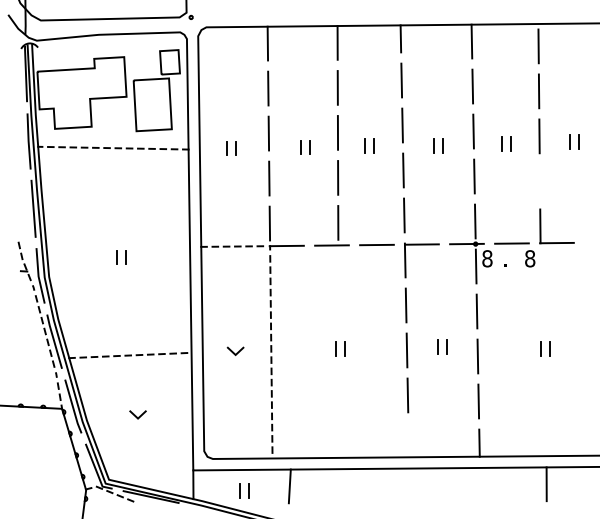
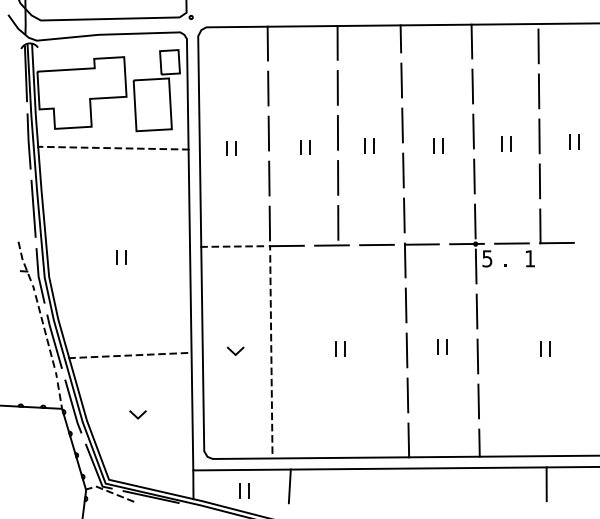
line at (539, 181): none -> present
text at (487, 258): 8 -> 5
text at (530, 258): 8 -> 1
line at (408, 440): none -> present
